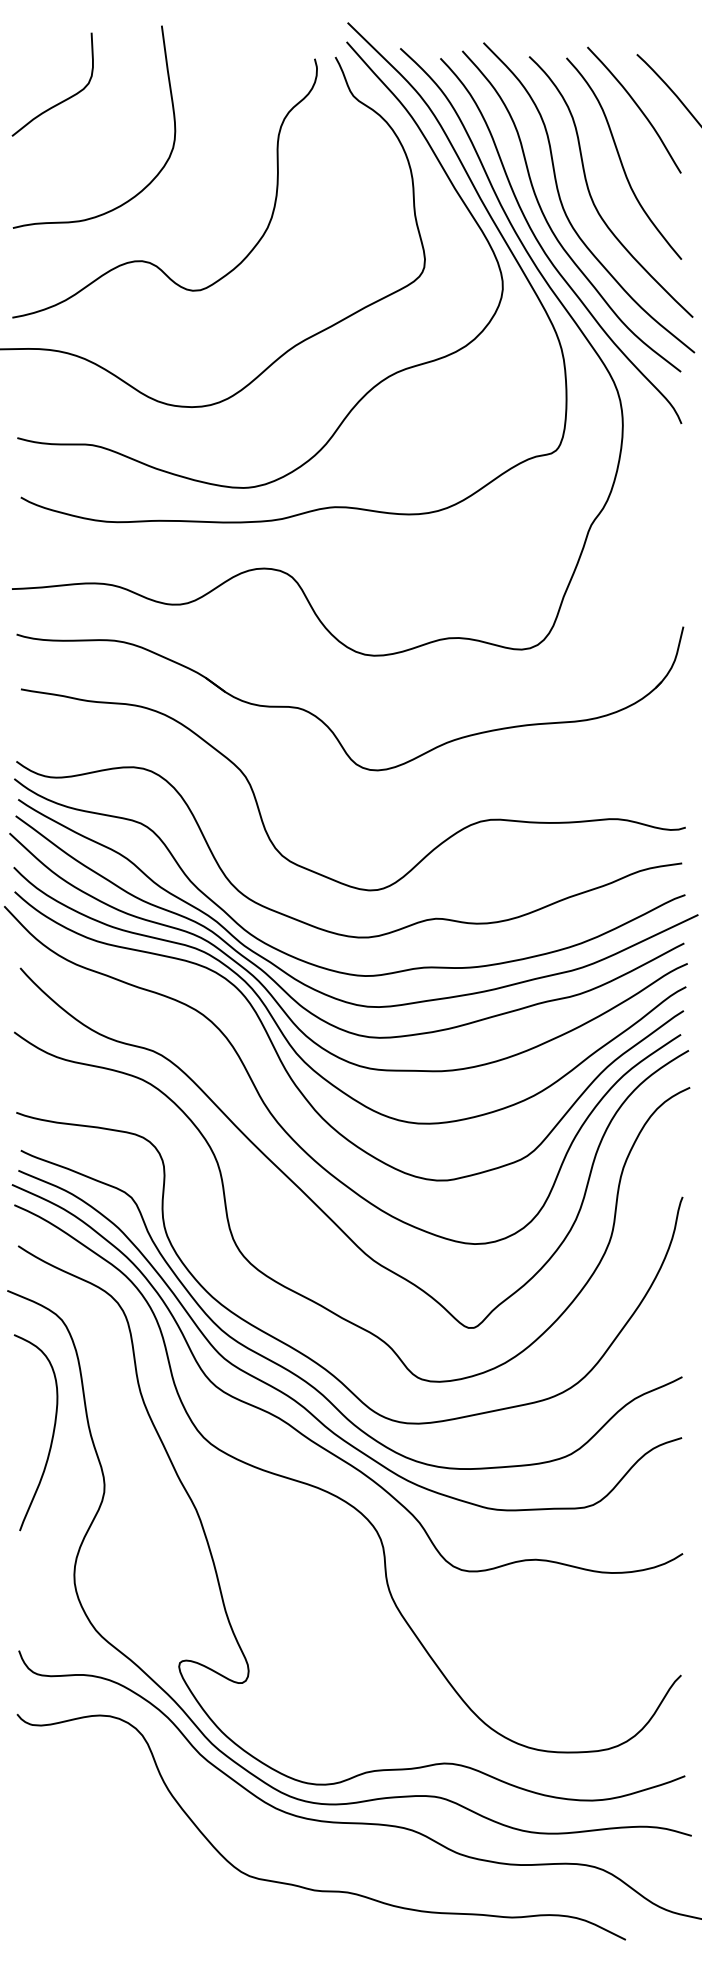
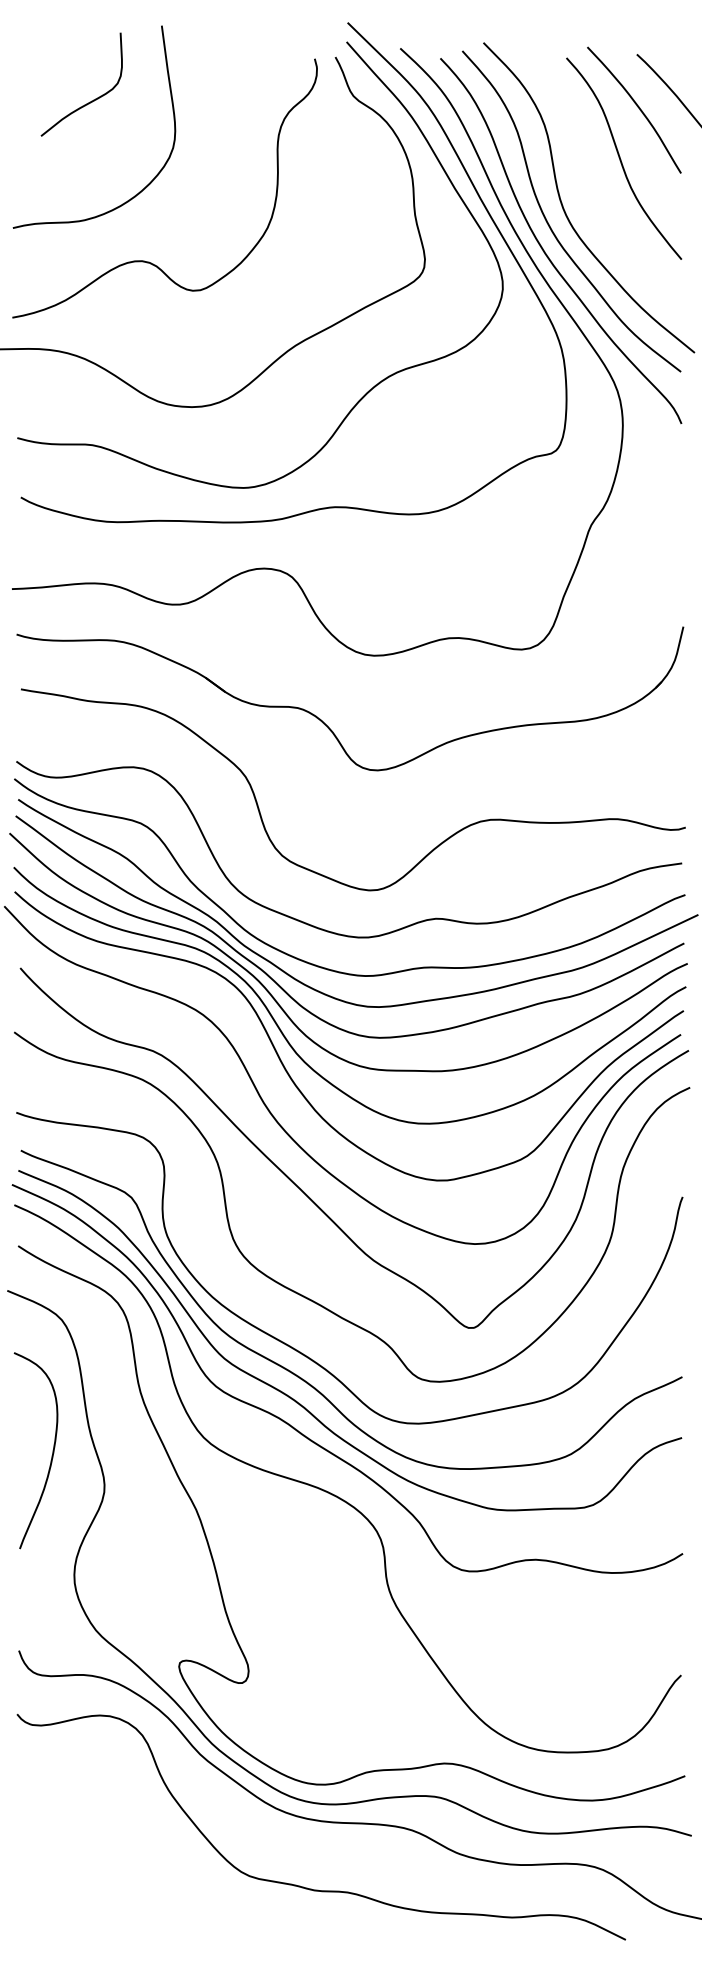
curve at (62, 100) position: (62, 100) -> (91, 100)
curve at (590, 192): present -> none
curve at (51, 1437) position: (51, 1437) -> (51, 1455)
